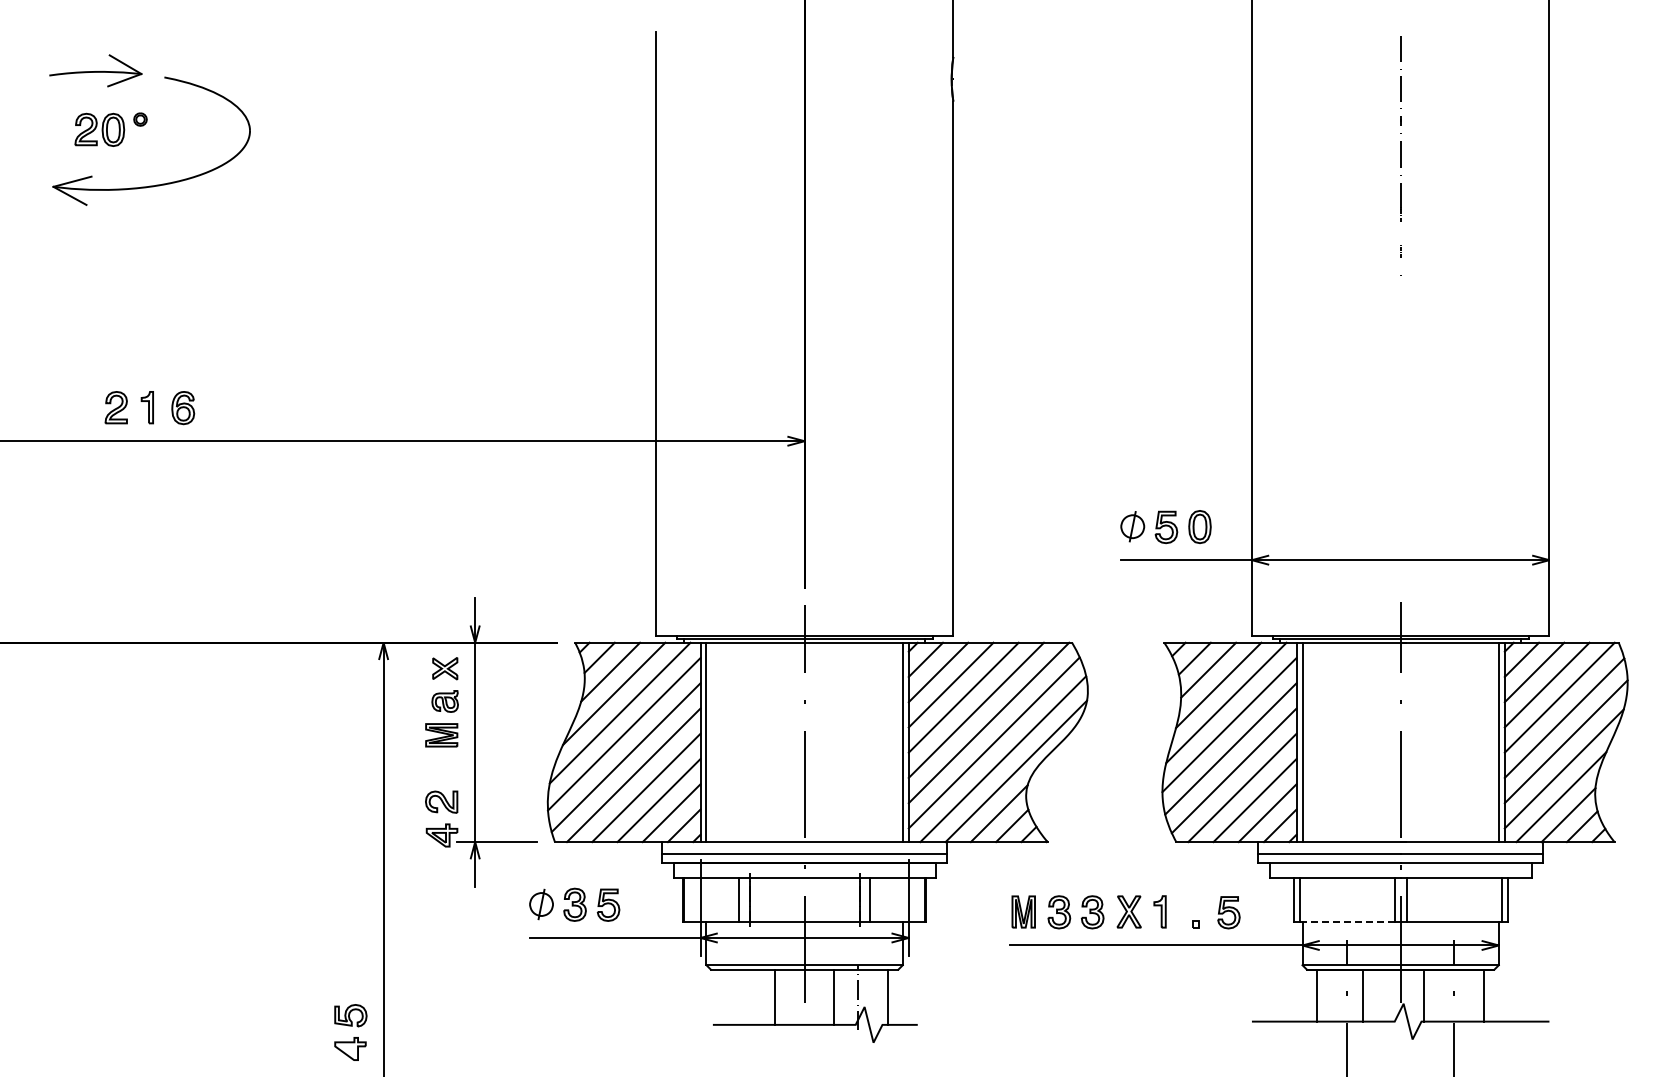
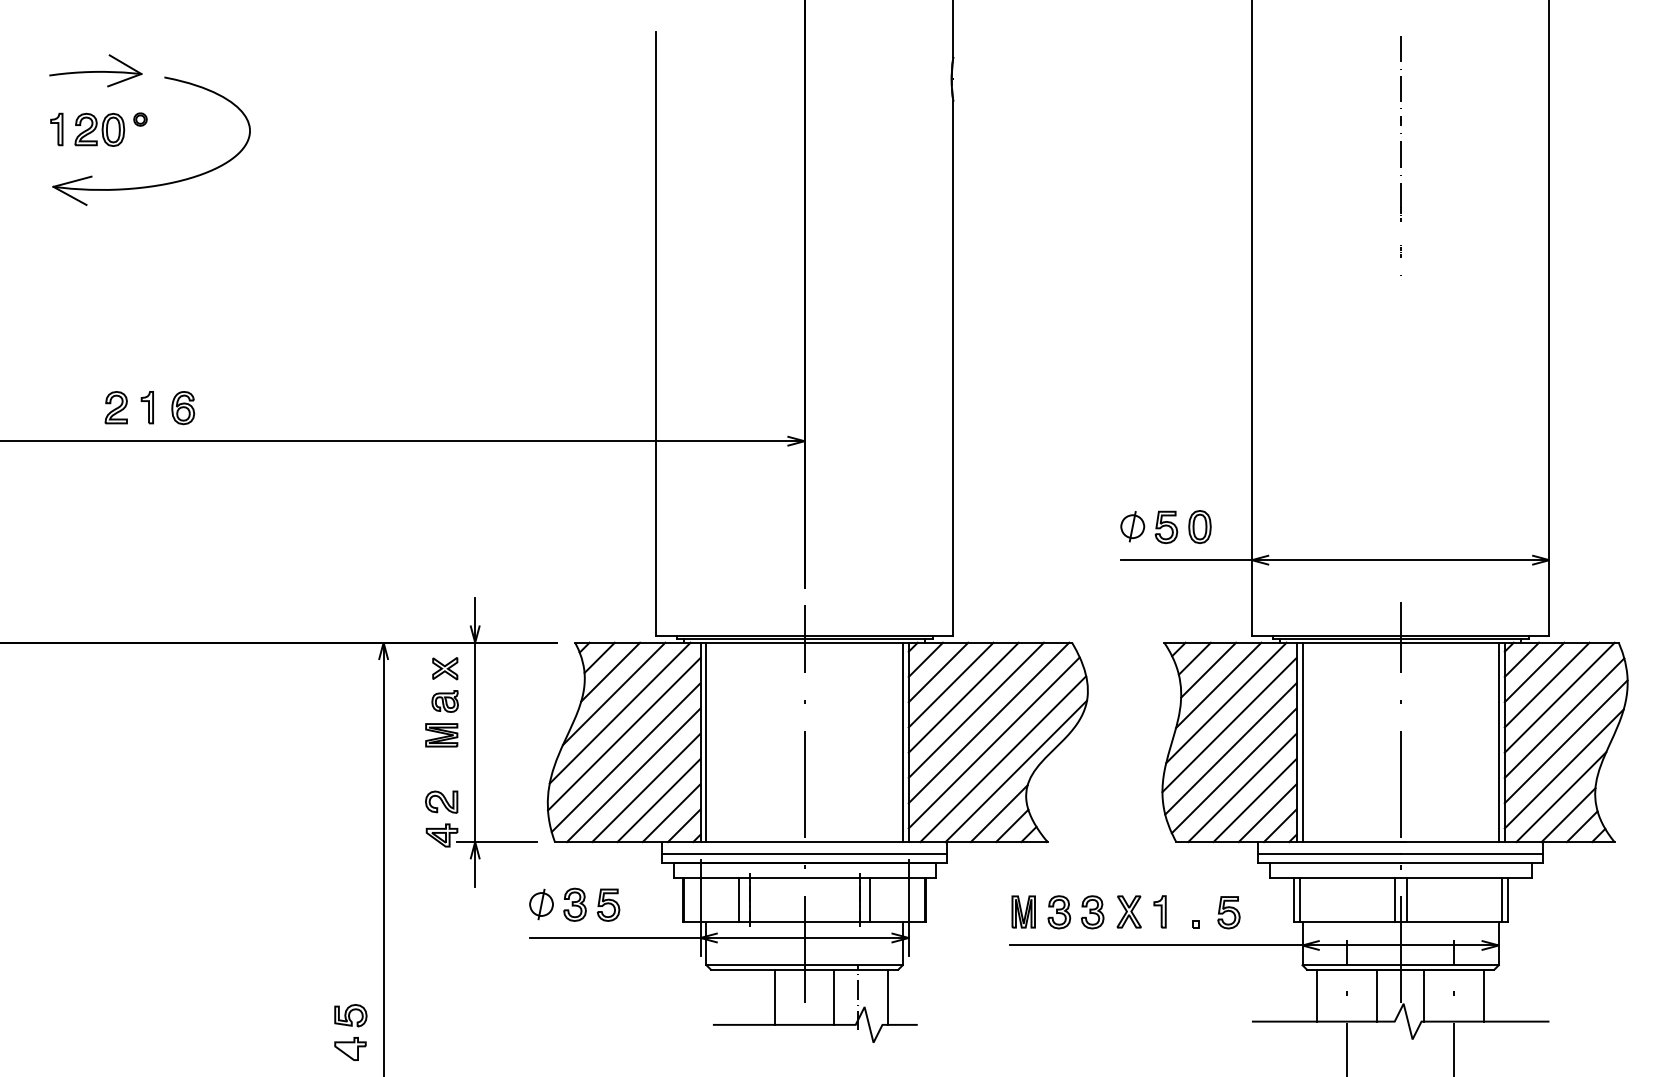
part at (56, 129): none -> present
line at (1347, 922): dashed -> solid
line at (1362, 995) position: (1362, 995) -> (1376, 995)
